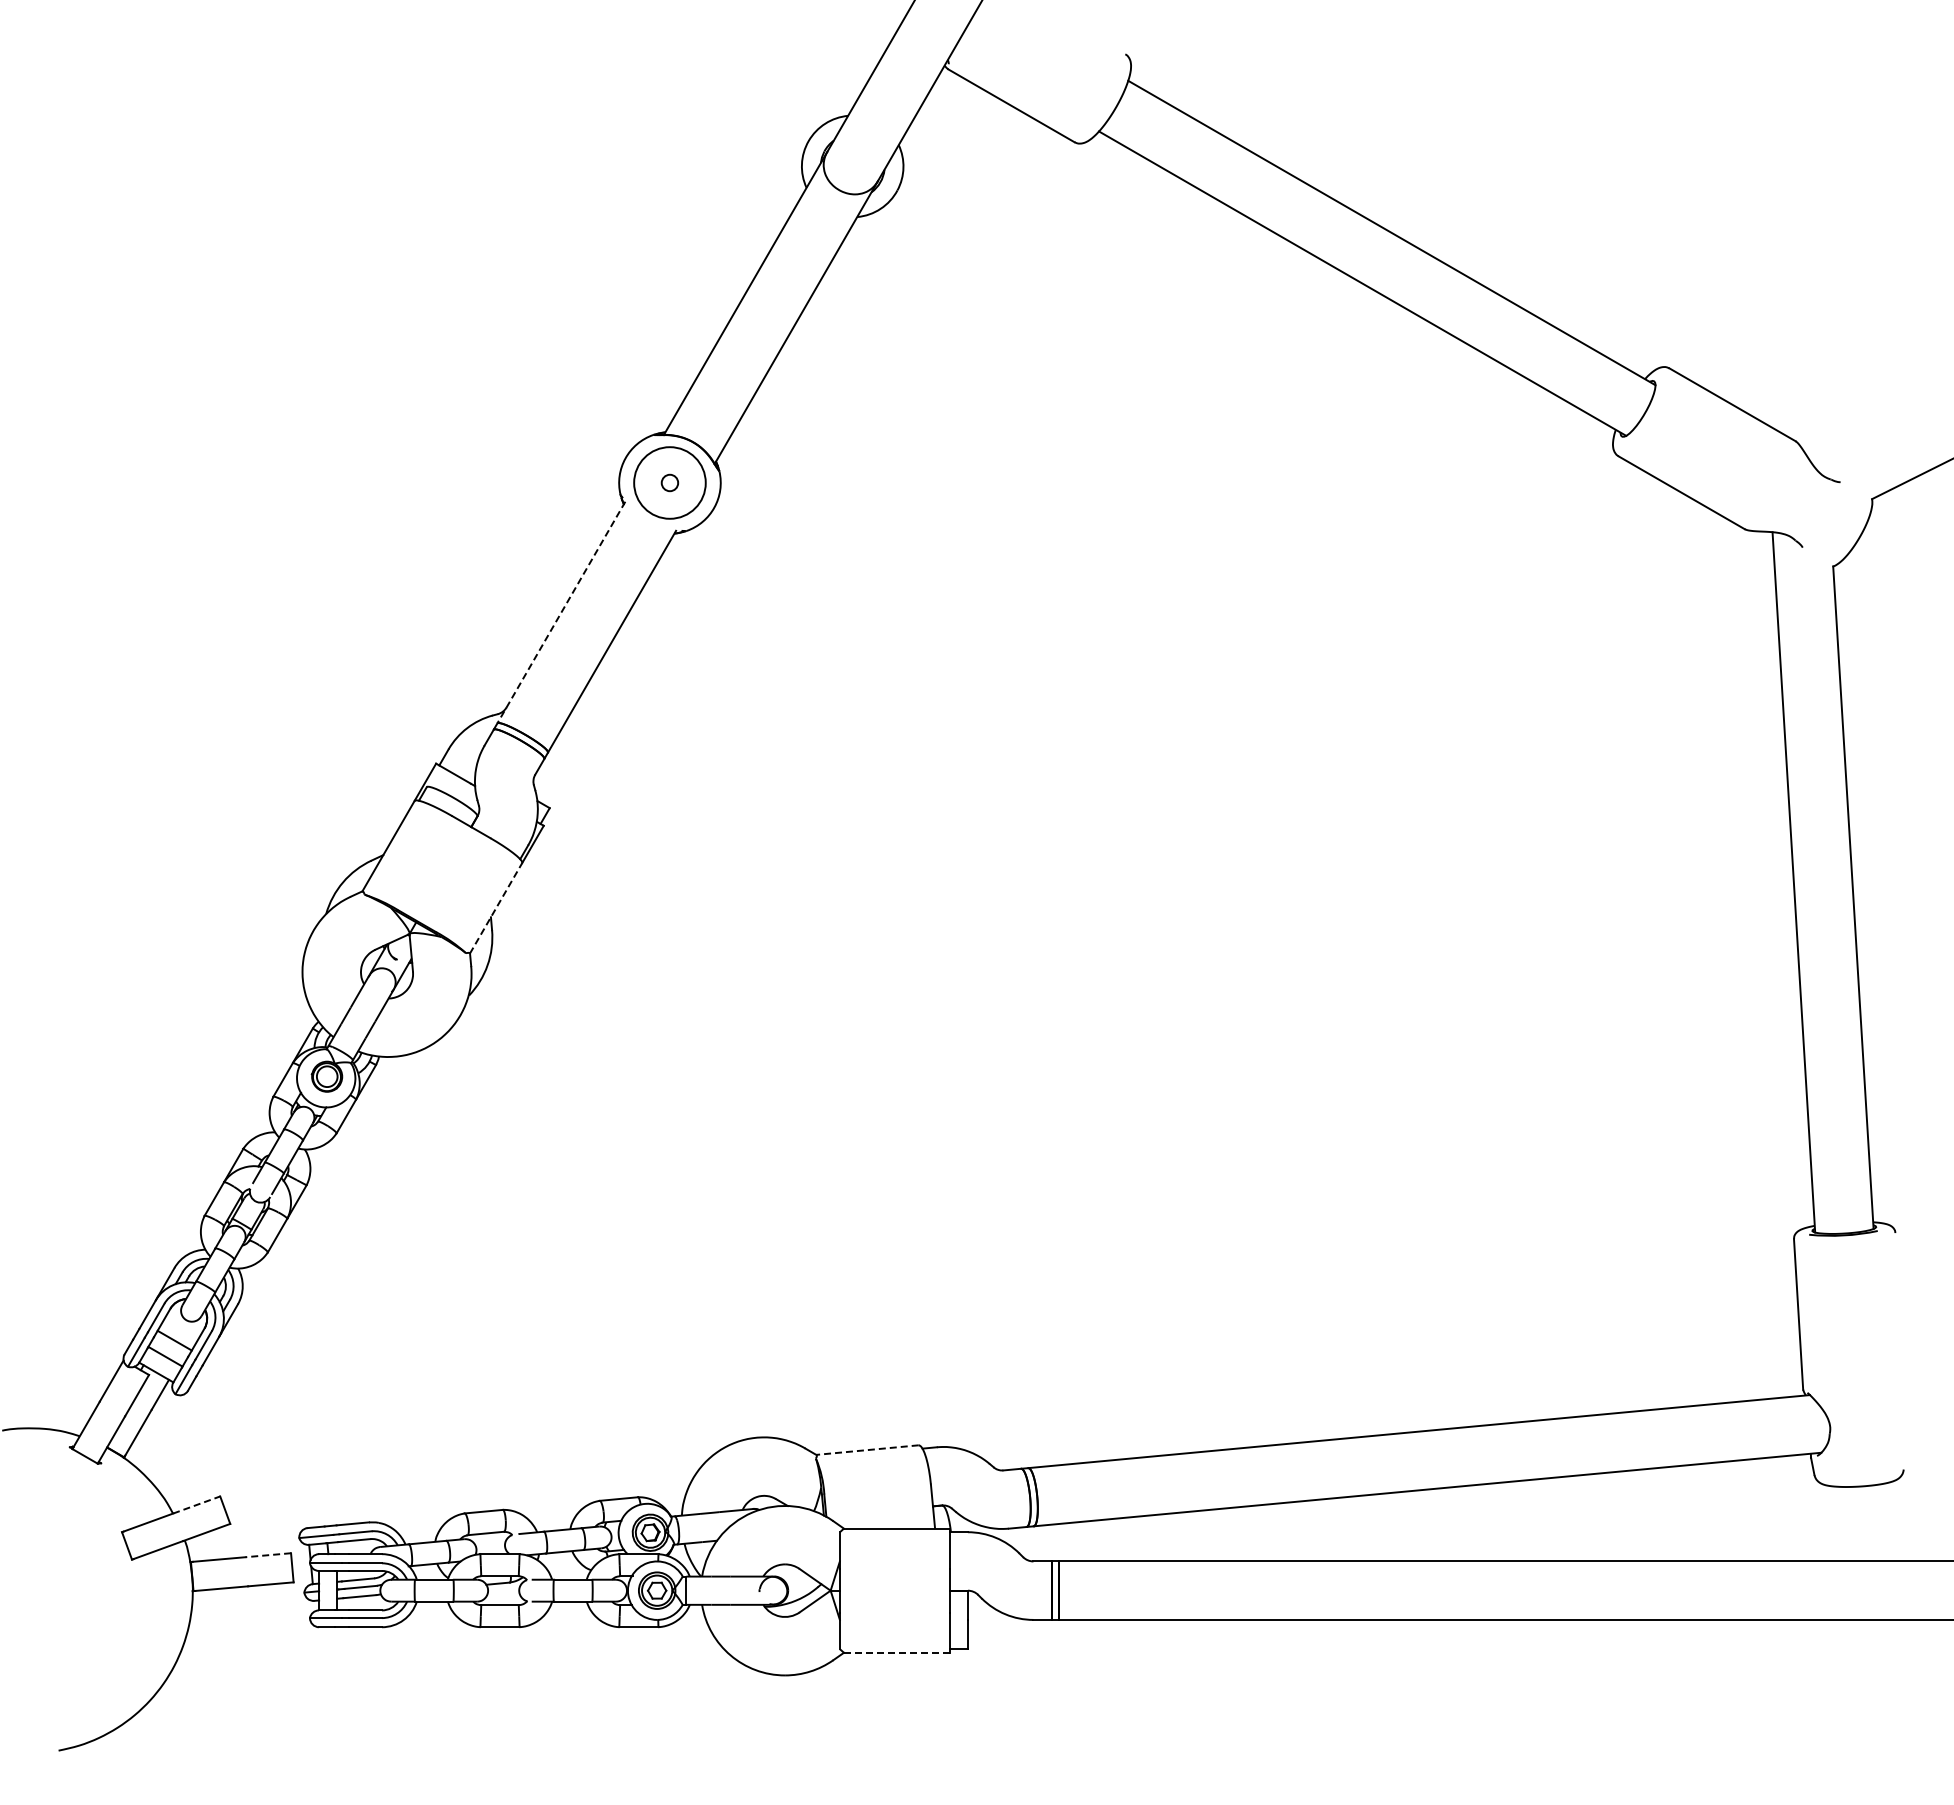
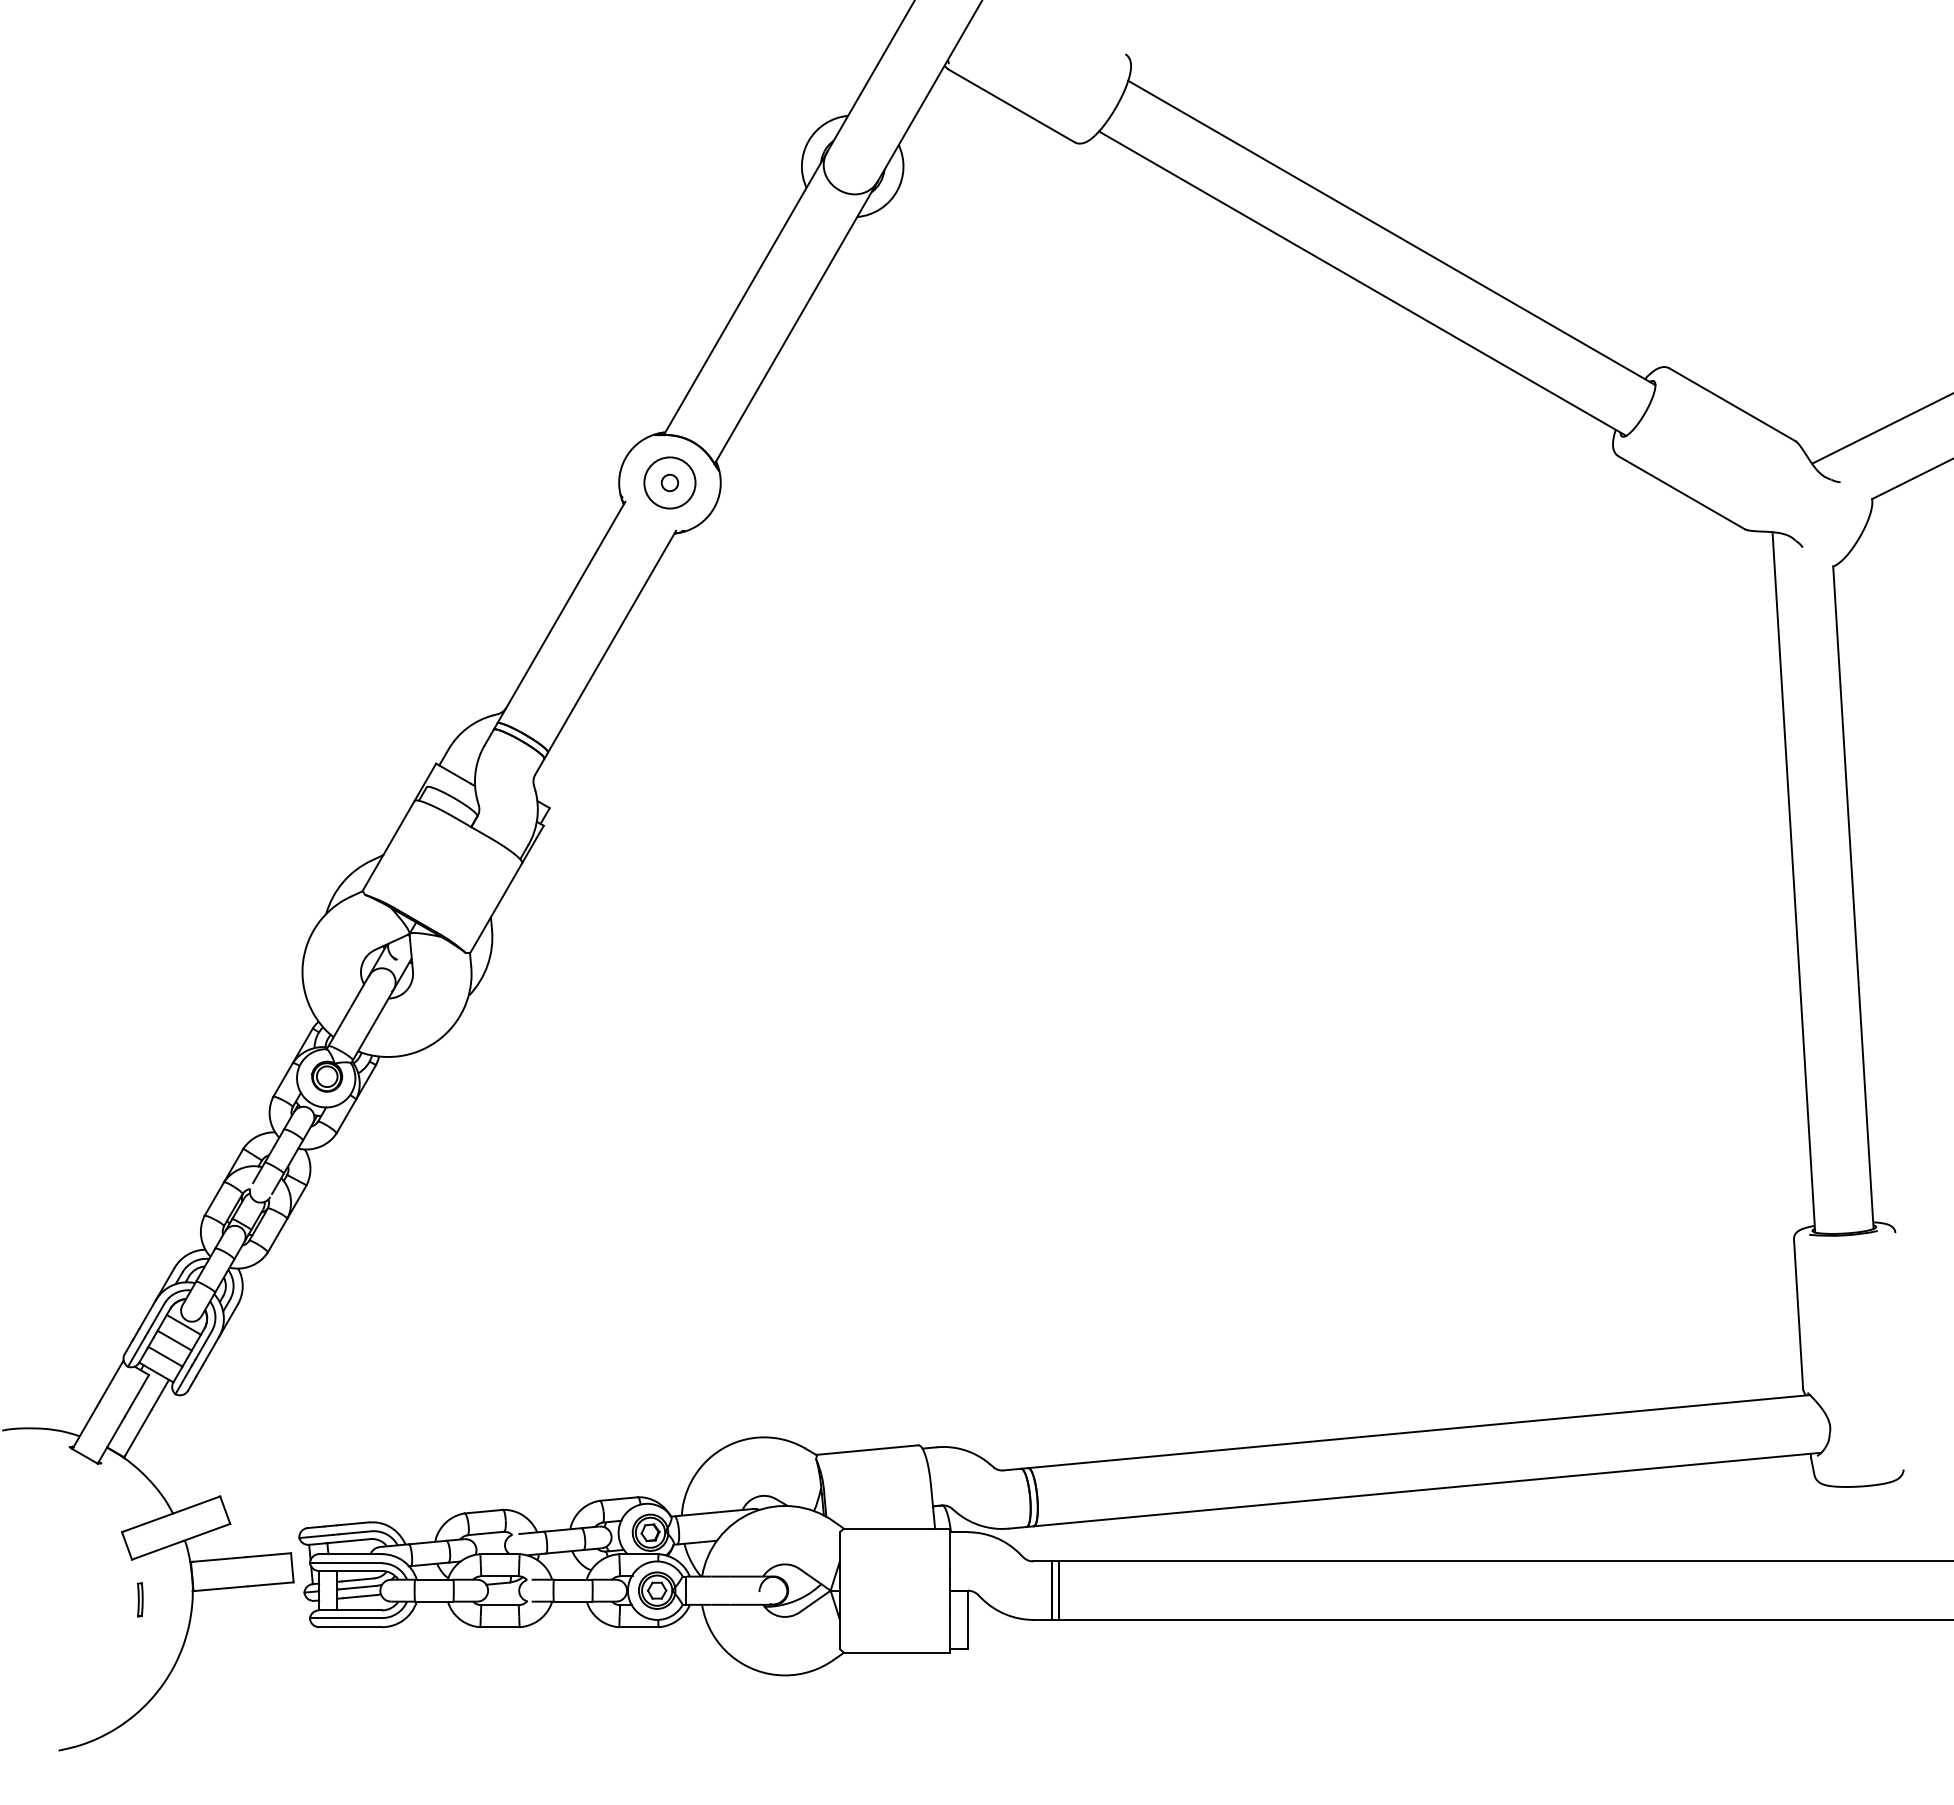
line at (1881, 428): none -> present
circle at (669, 482) diameter: 72 px -> 51 px
line at (561, 612): dashed -> solid
line at (496, 907): dashed -> solid
line at (183, 1324): none -> present
line at (866, 1450): dashed -> solid
line at (197, 1504): dashed -> solid
line at (268, 1555): dashed -> solid
part at (140, 1599): none -> present
line at (896, 1652): dashed -> solid
